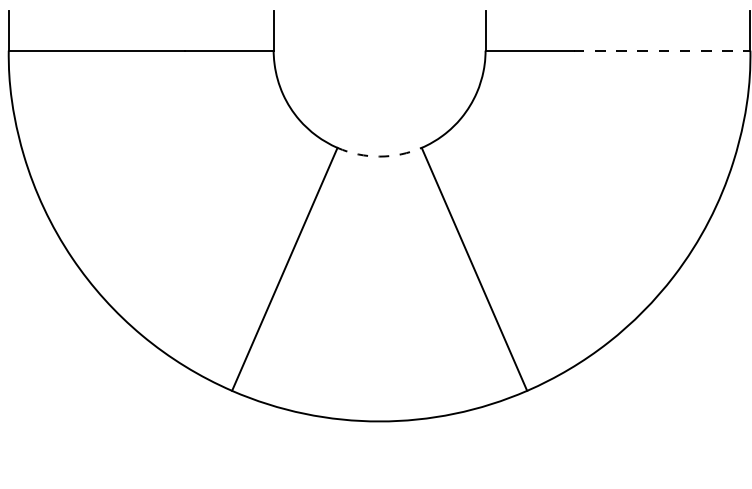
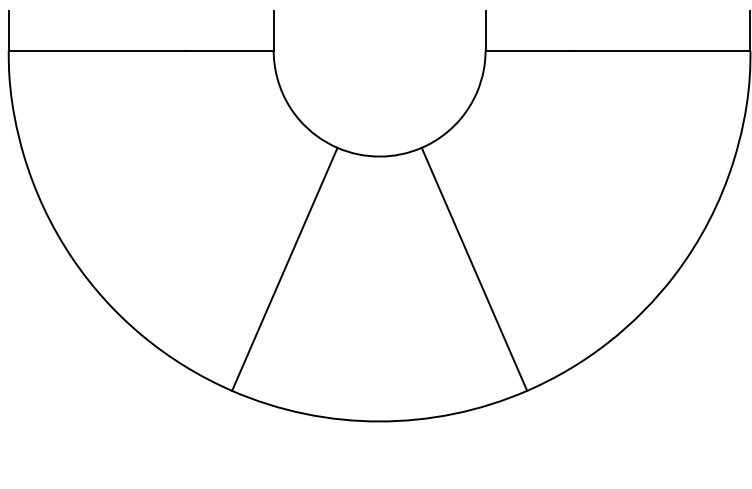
line at (662, 50): dashed -> solid
arc at (379, 156): dashed -> solid
